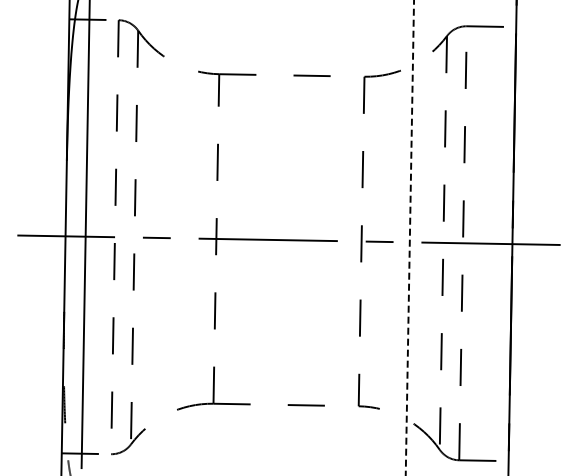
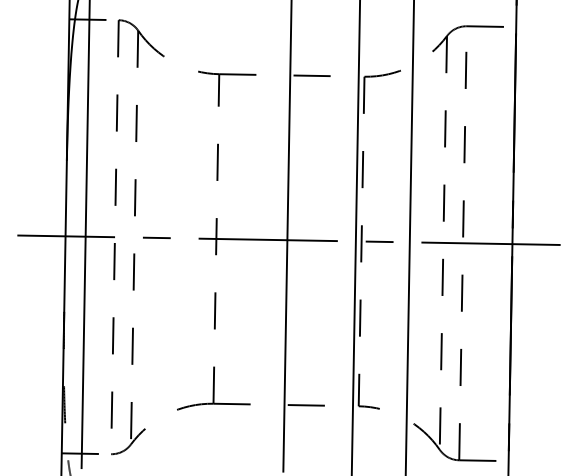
line at (287, 236): none -> present
line at (355, 237): none -> present
line at (409, 238): dashed -> solid
